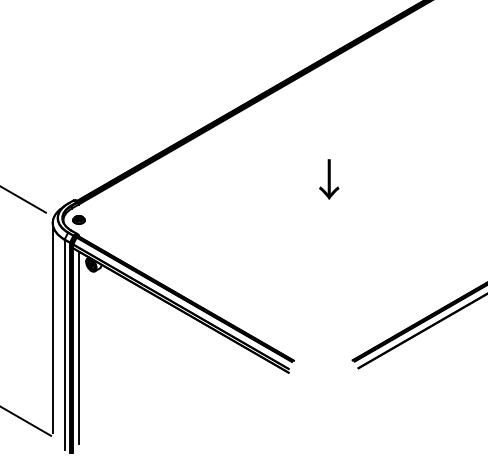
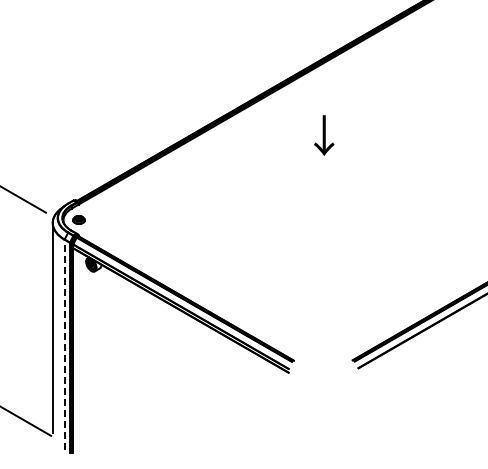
text at (329, 179) position: (329, 179) -> (324, 135)
line at (64, 344): solid -> dashed
line at (79, 347): present -> none
